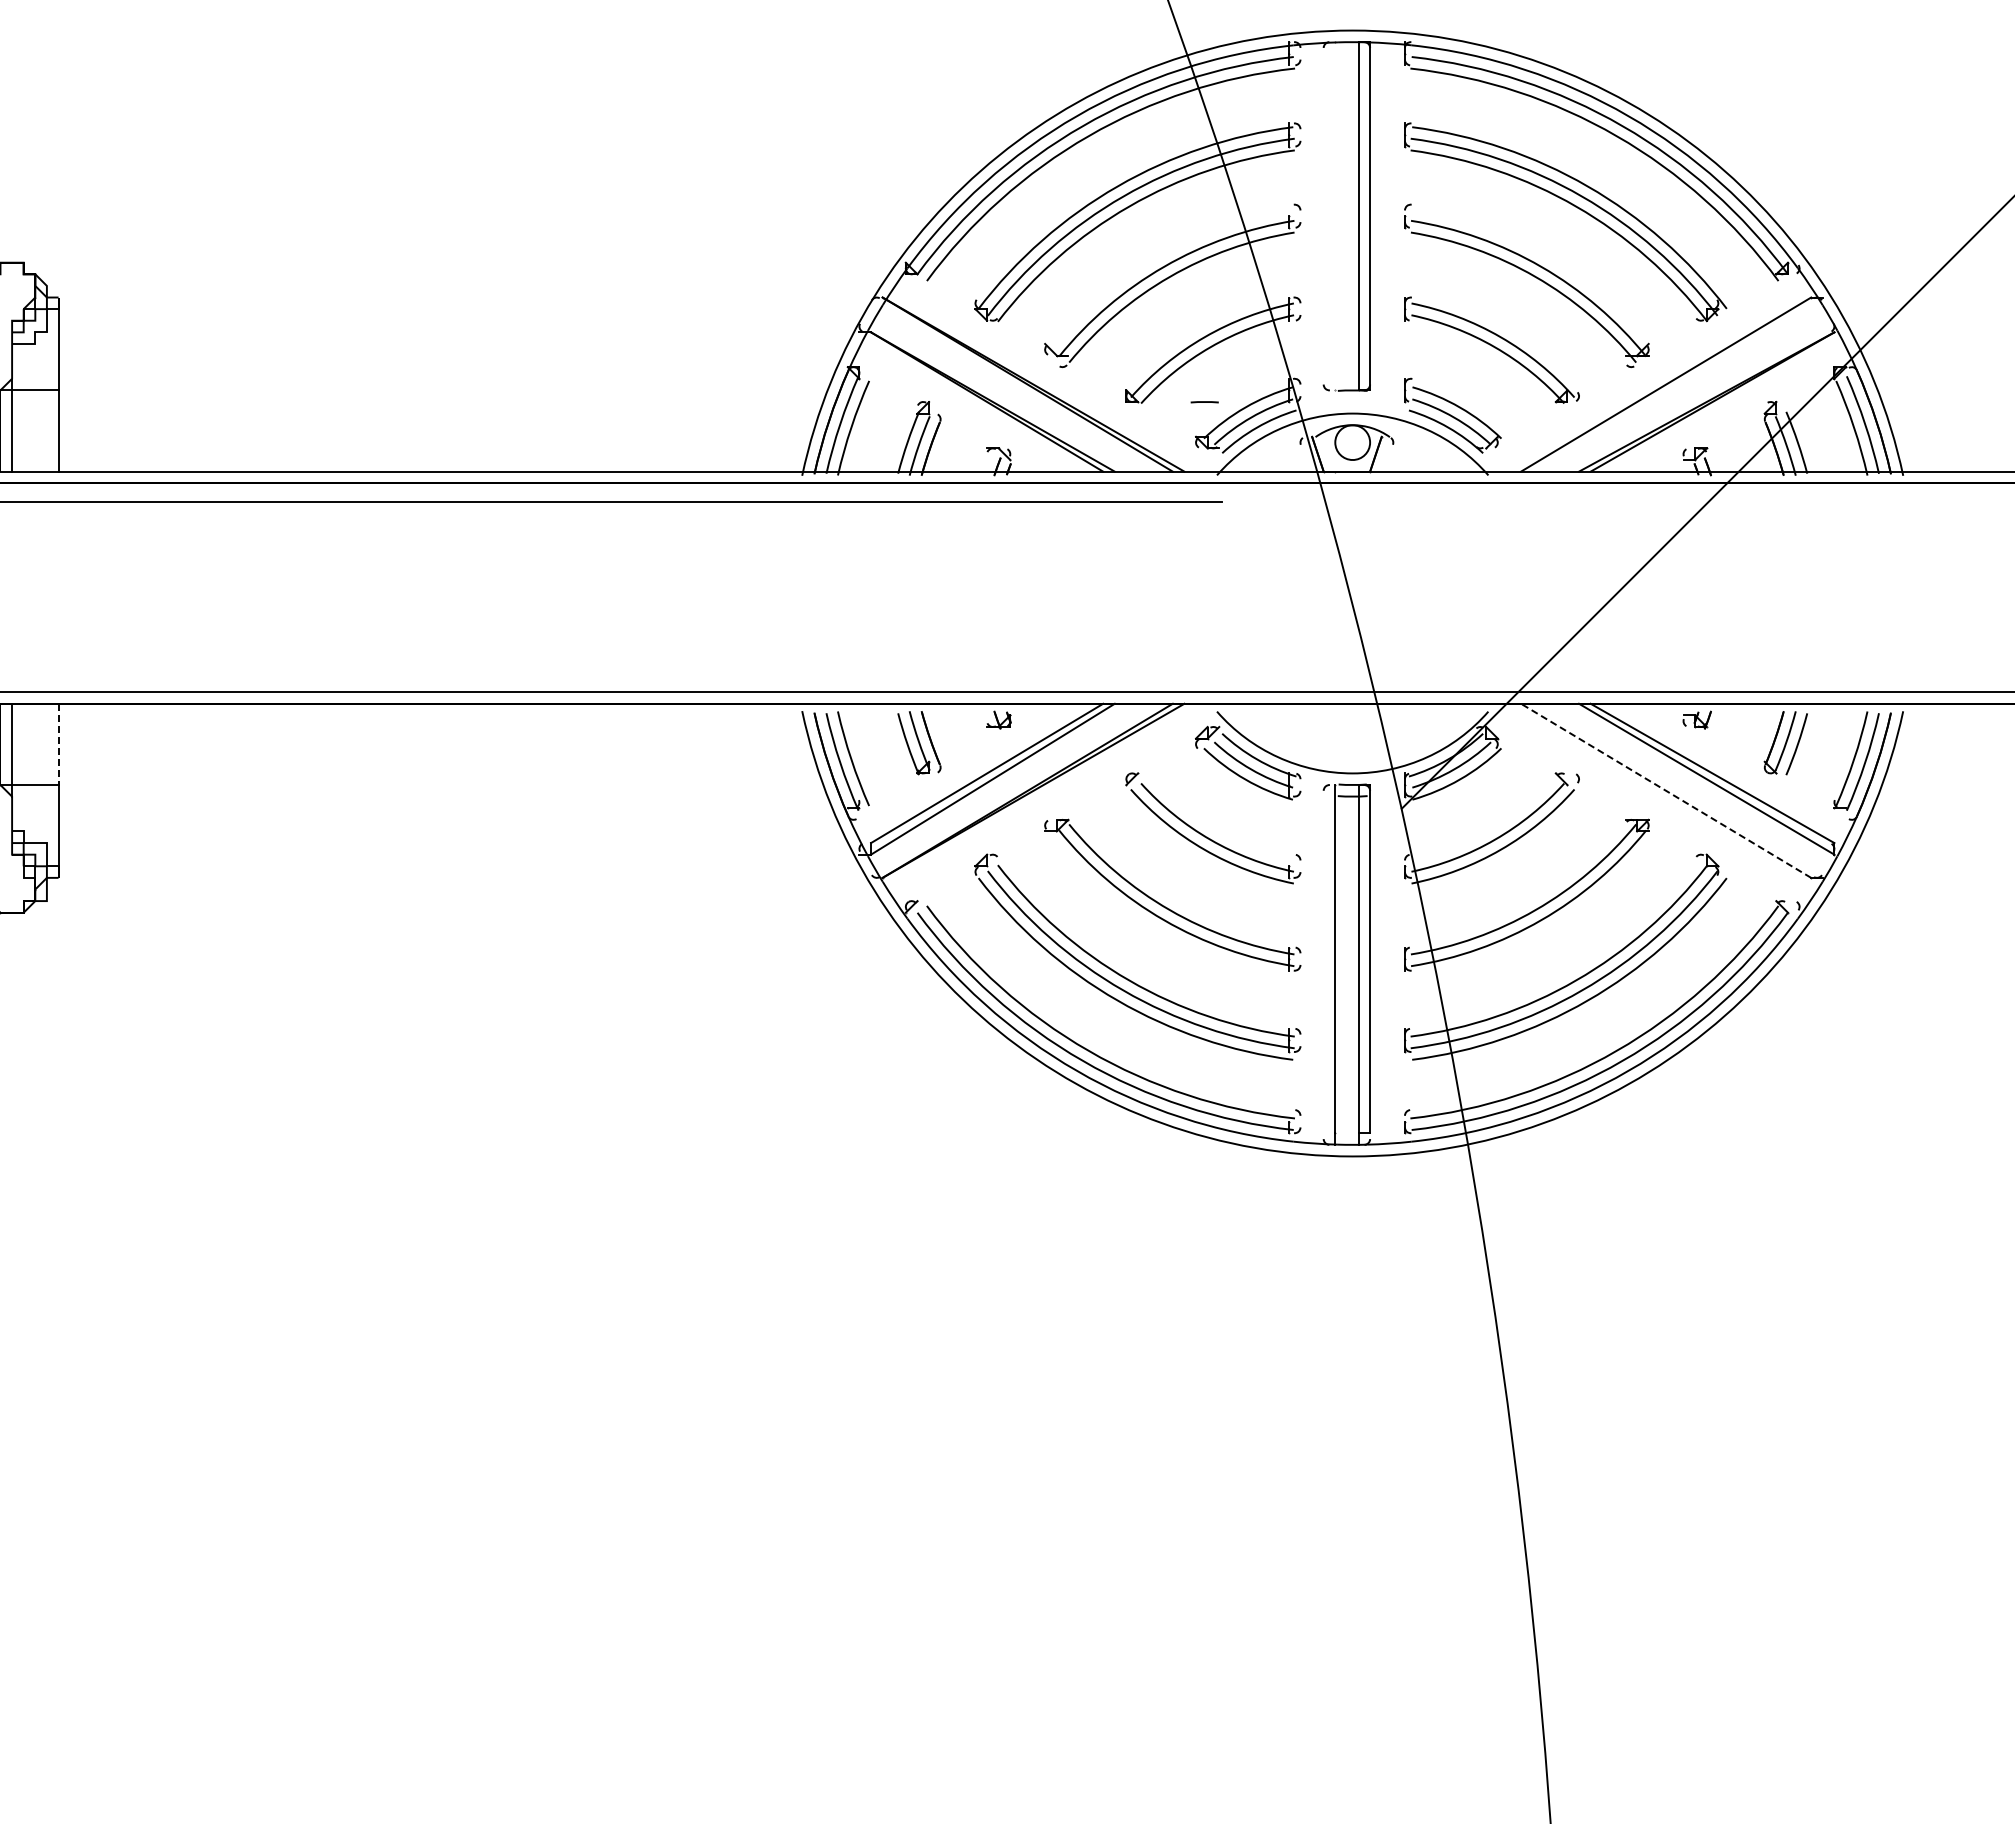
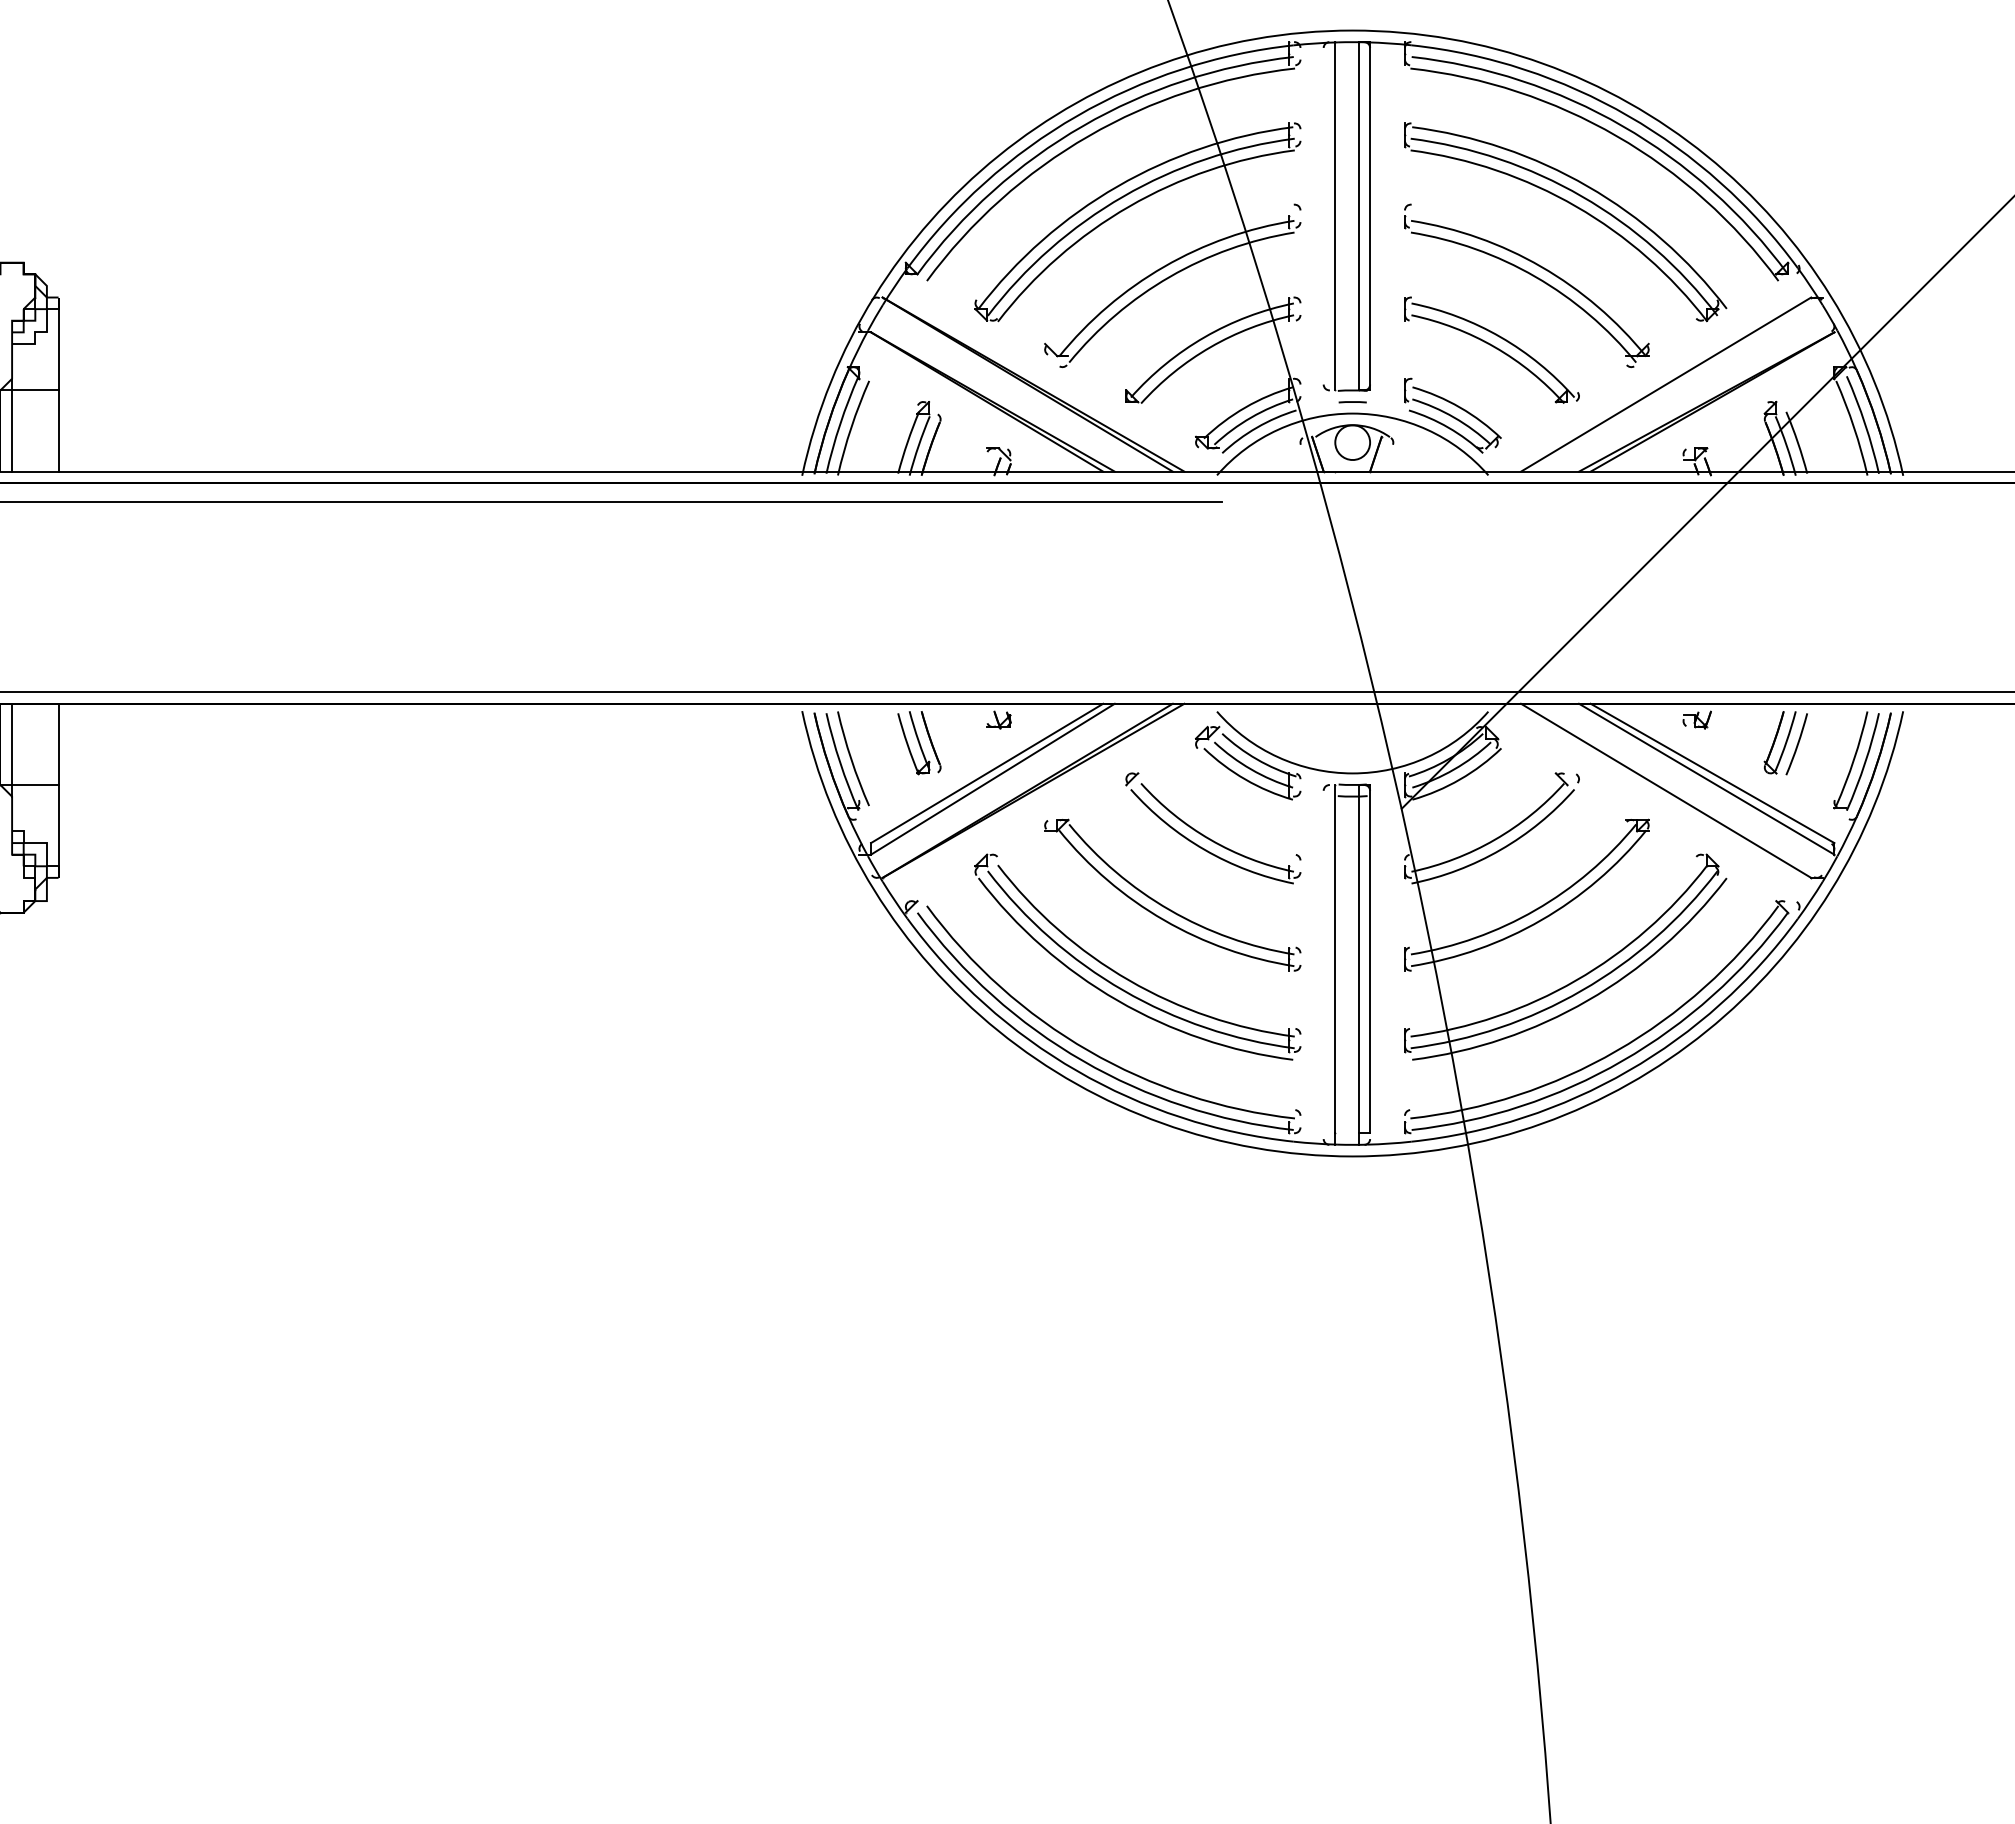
line at (1335, 216): none -> present
line at (1204, 402) position: (1204, 402) -> (1352, 402)
line at (58, 744): dashed -> solid
line at (1665, 790): dashed -> solid
